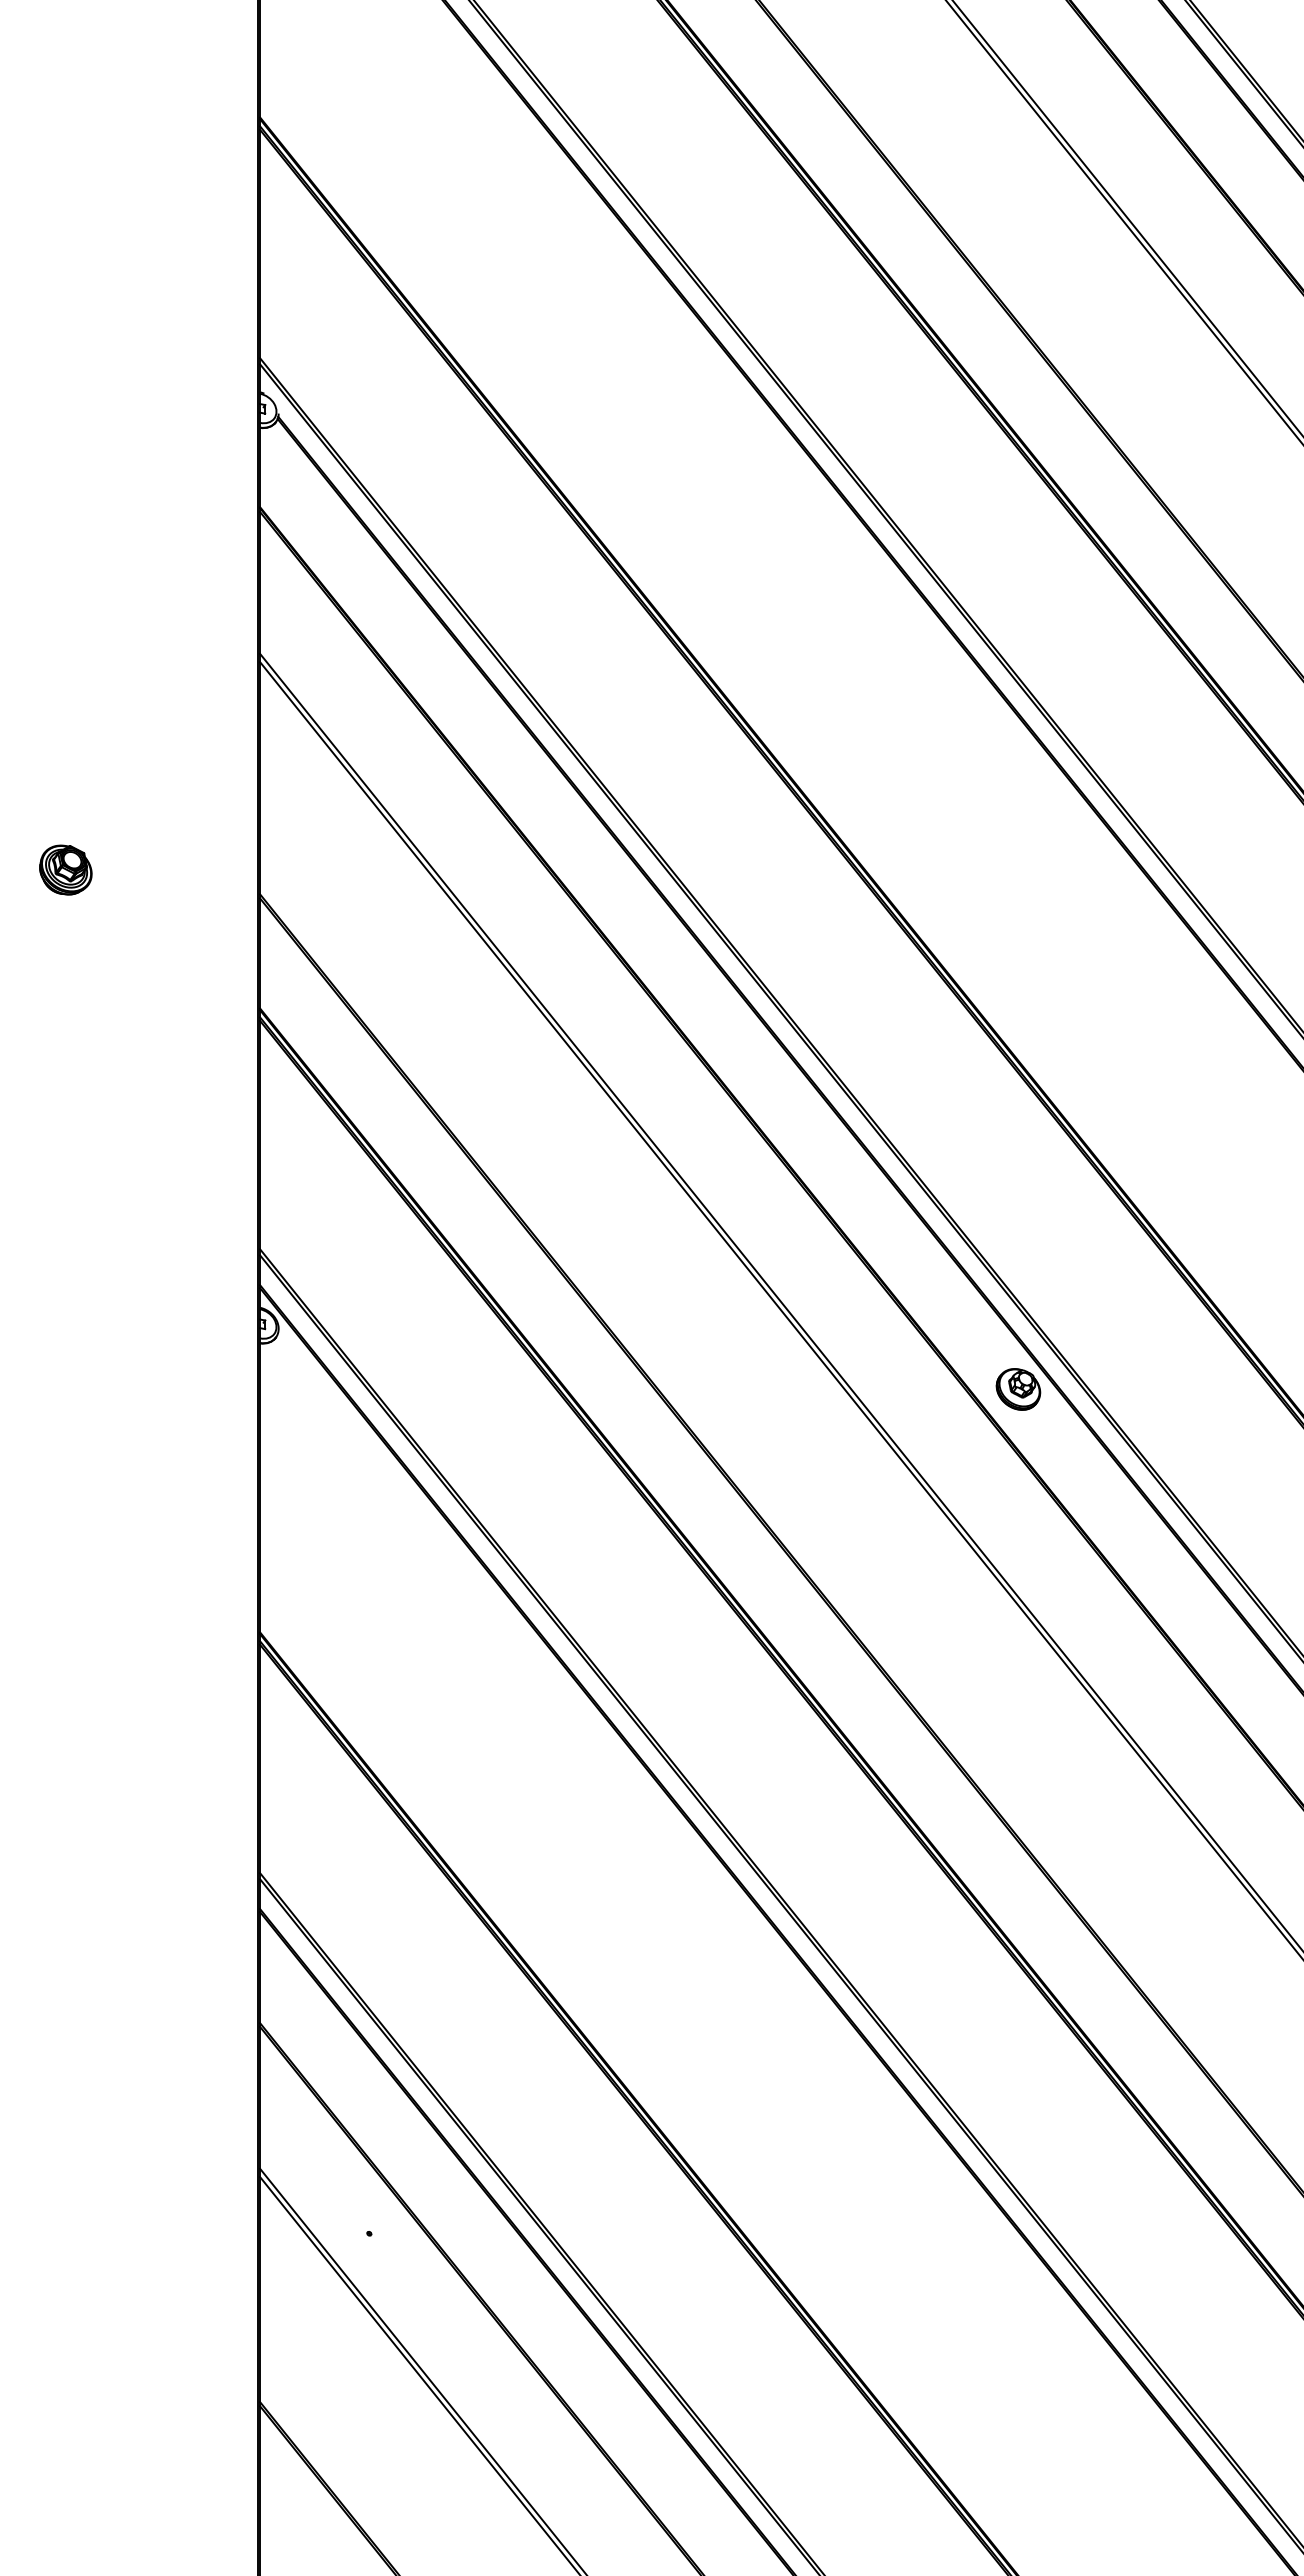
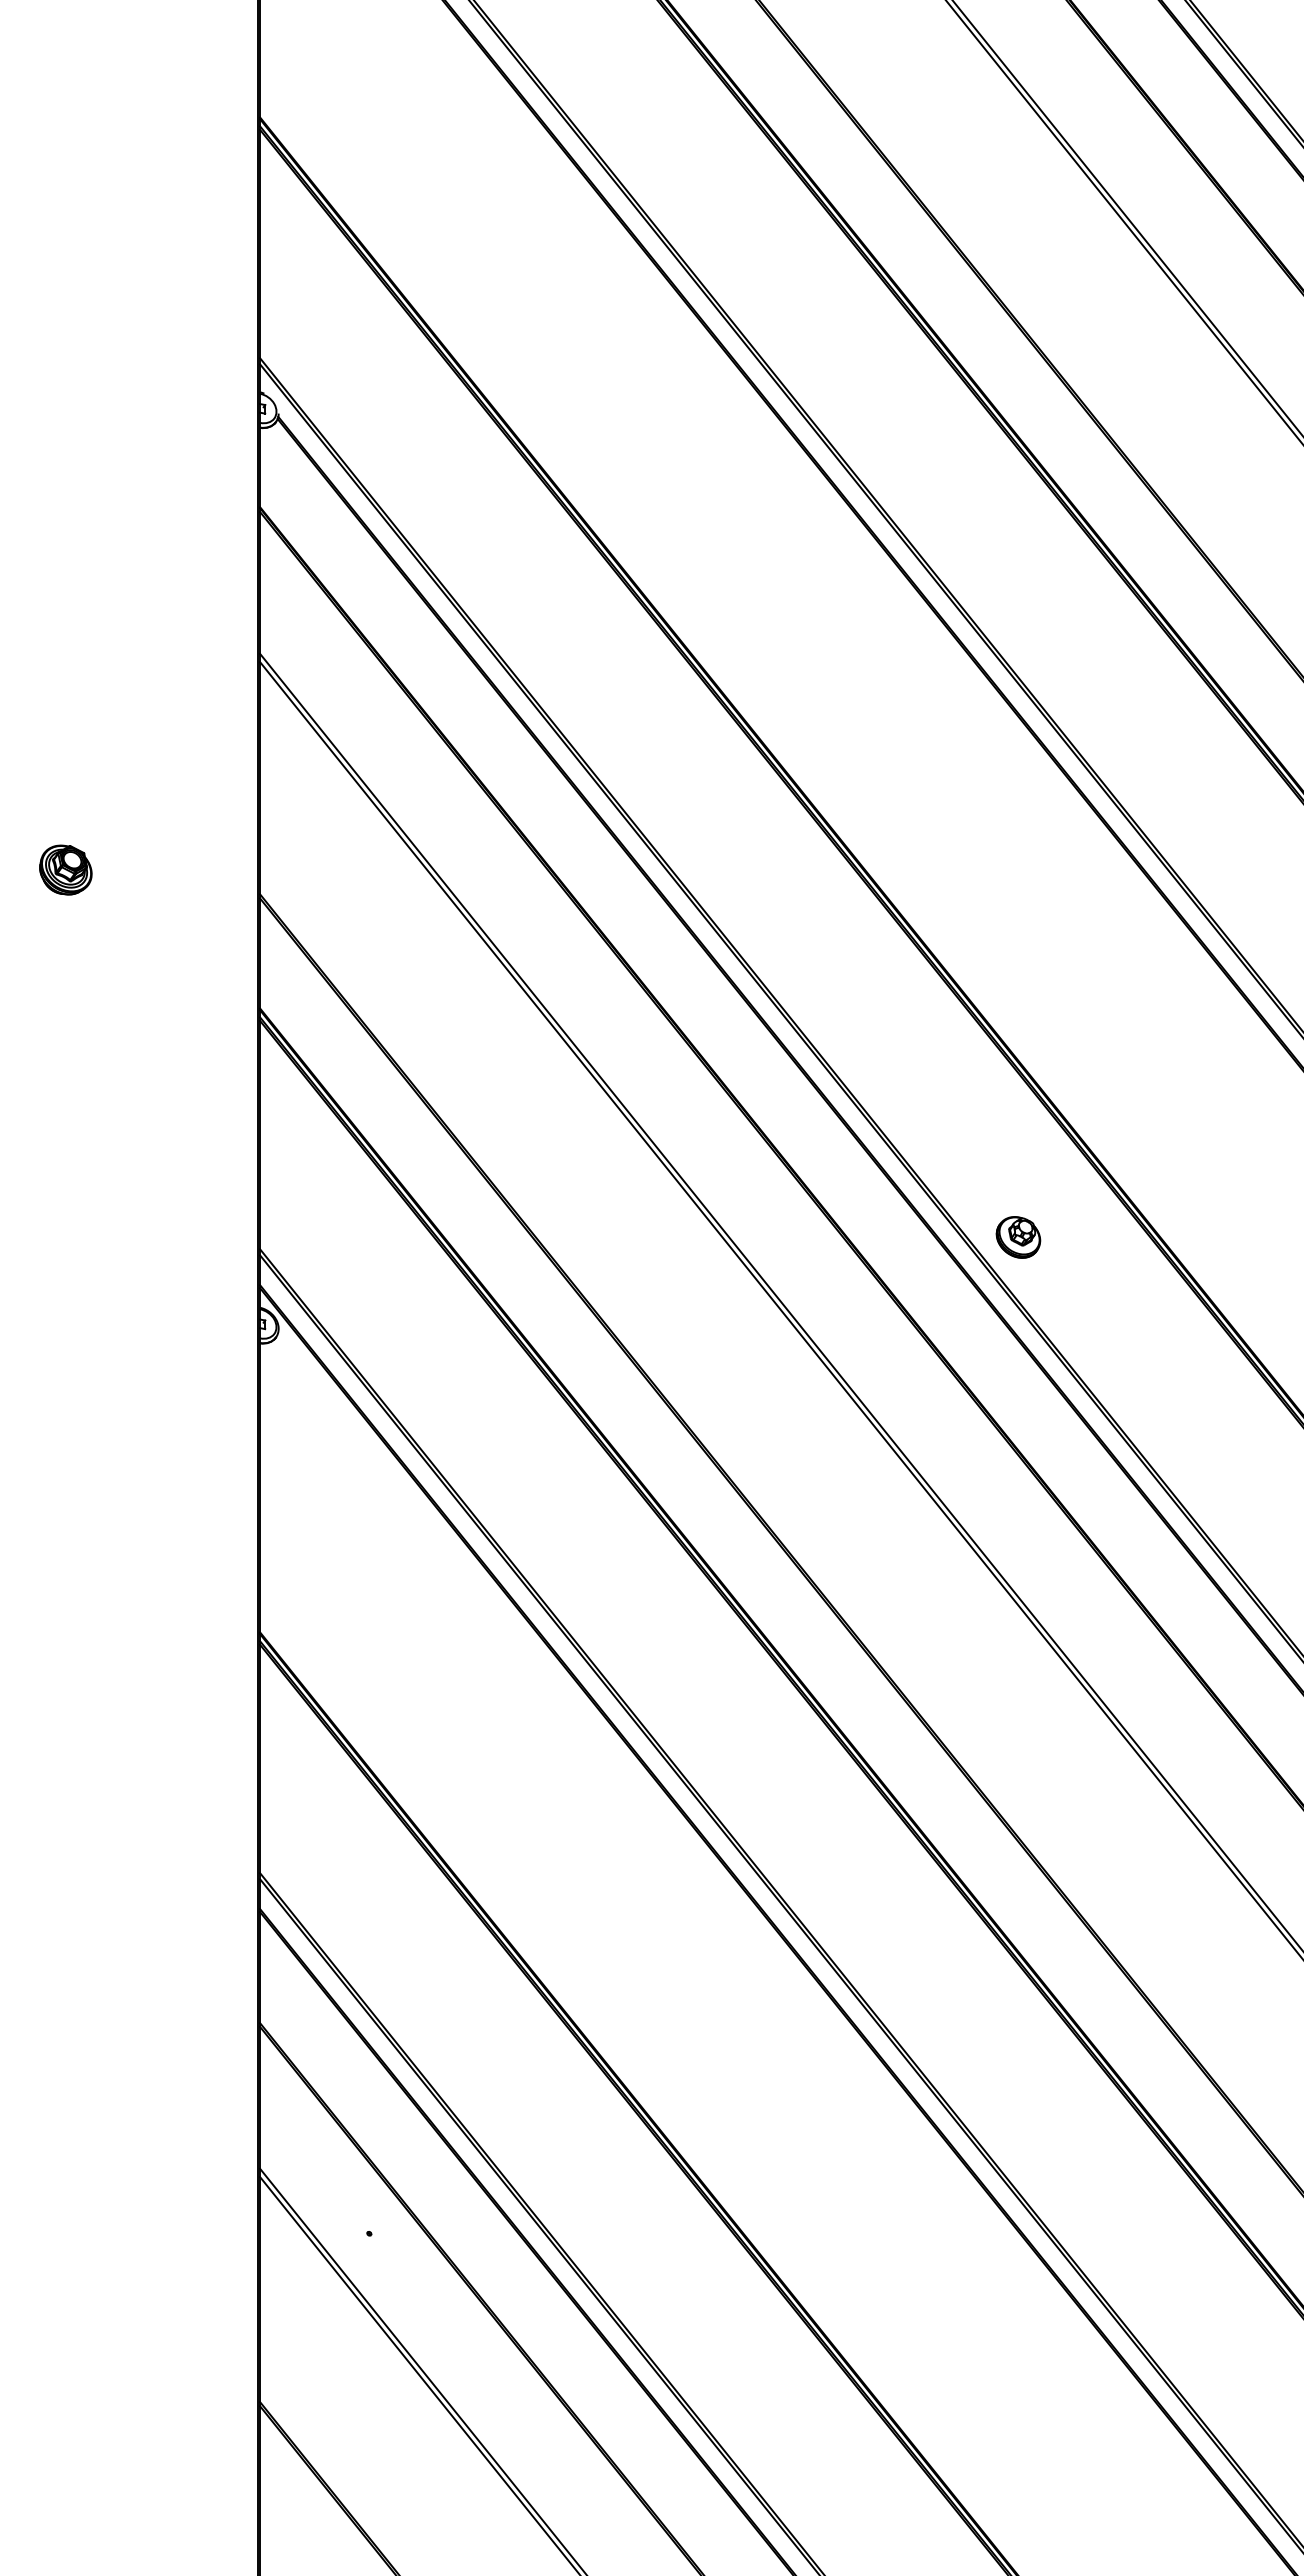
part at (1018, 1389) position: (1018, 1389) -> (1018, 1237)
